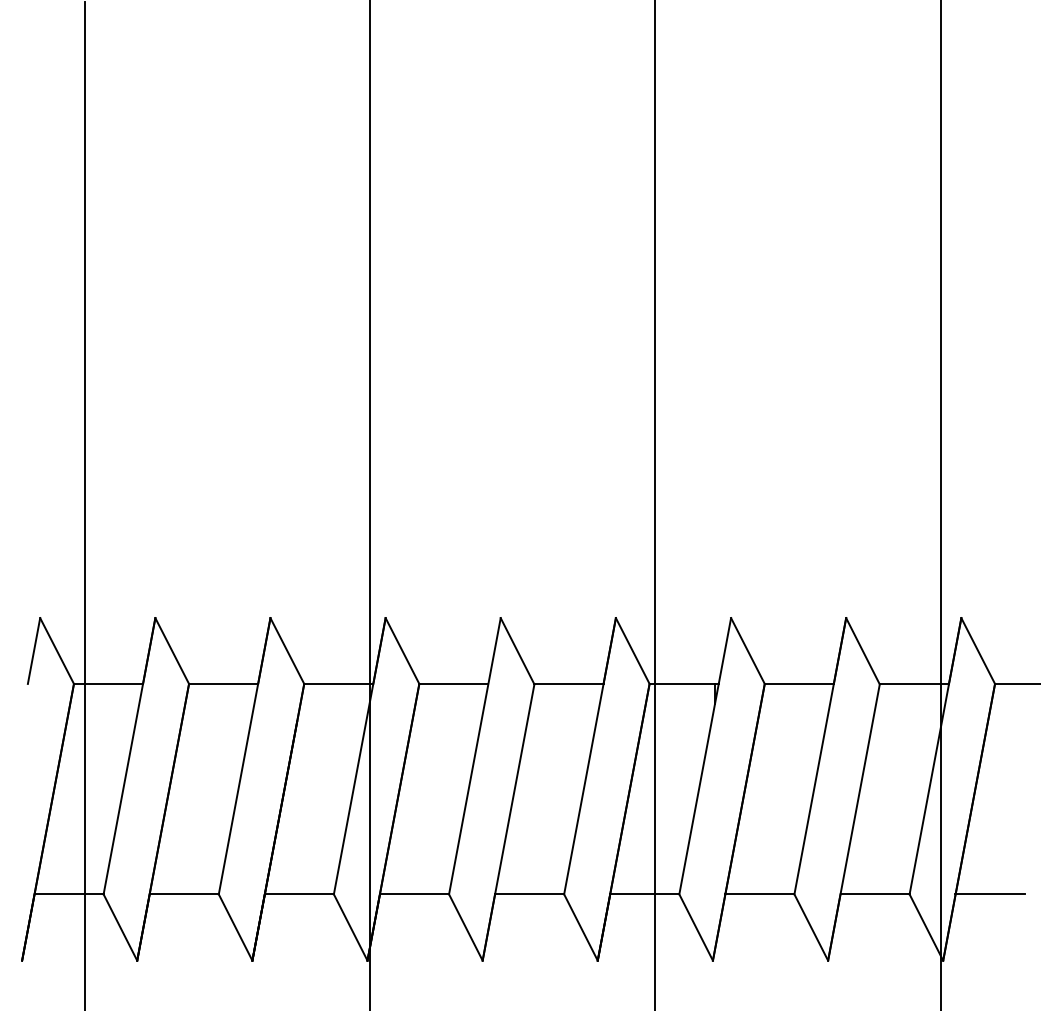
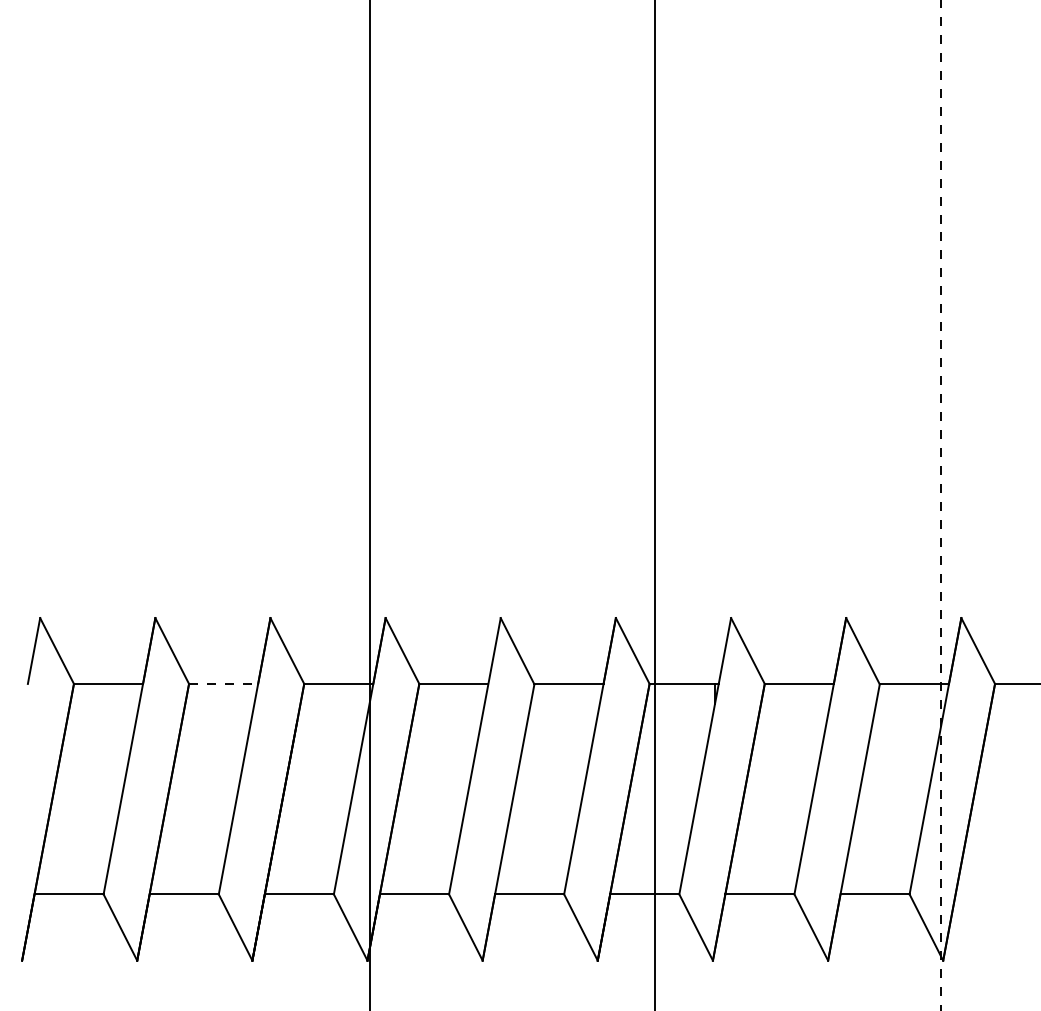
line at (84, 504): present -> none
line at (940, 505): solid -> dashed
line at (223, 683): solid -> dashed
line at (989, 894): present -> none
